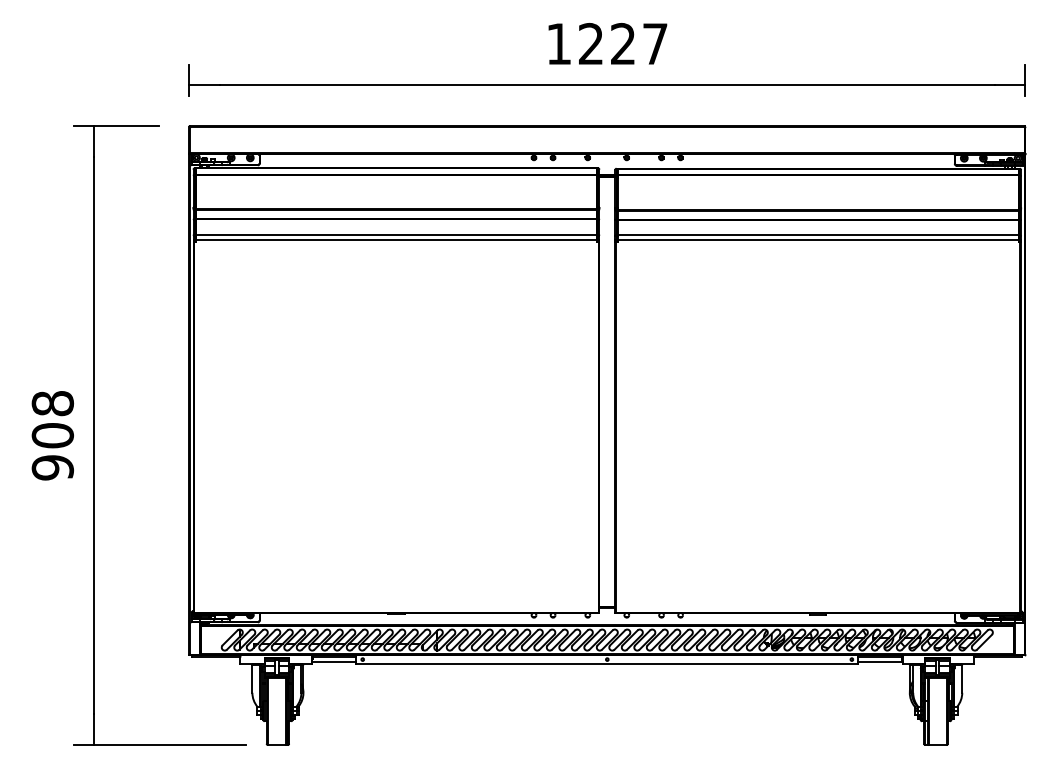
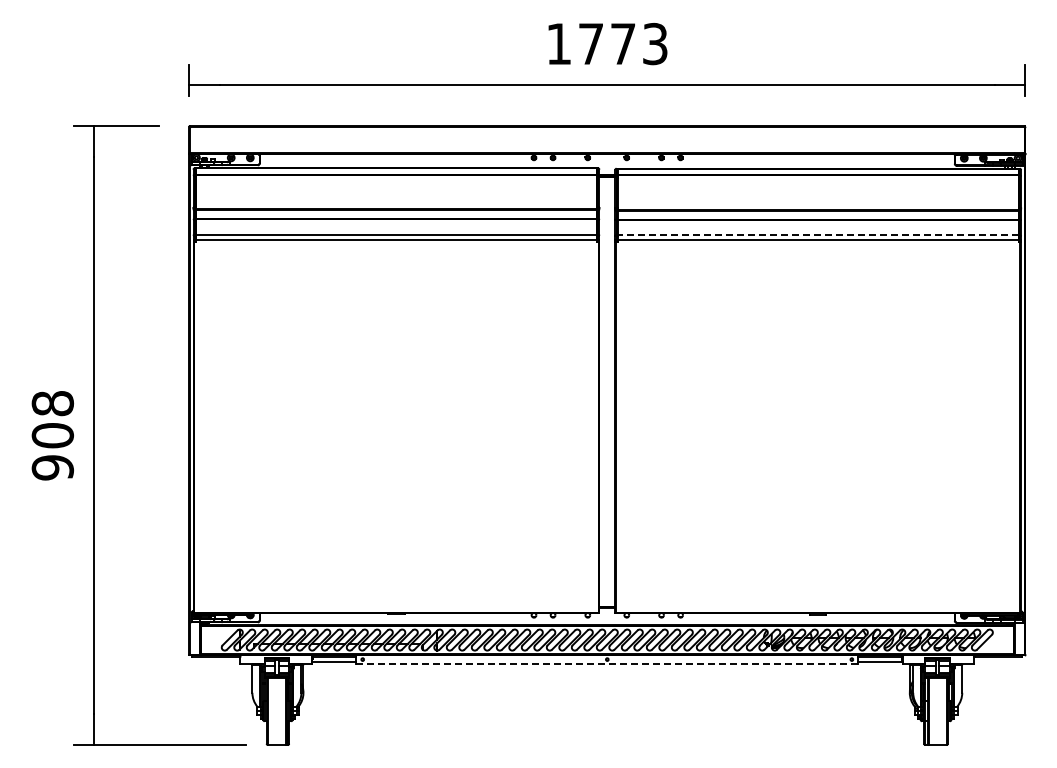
text at (623, 43): 1227 -> 1773
line at (818, 235): solid -> dashed
line at (606, 664): solid -> dashed
